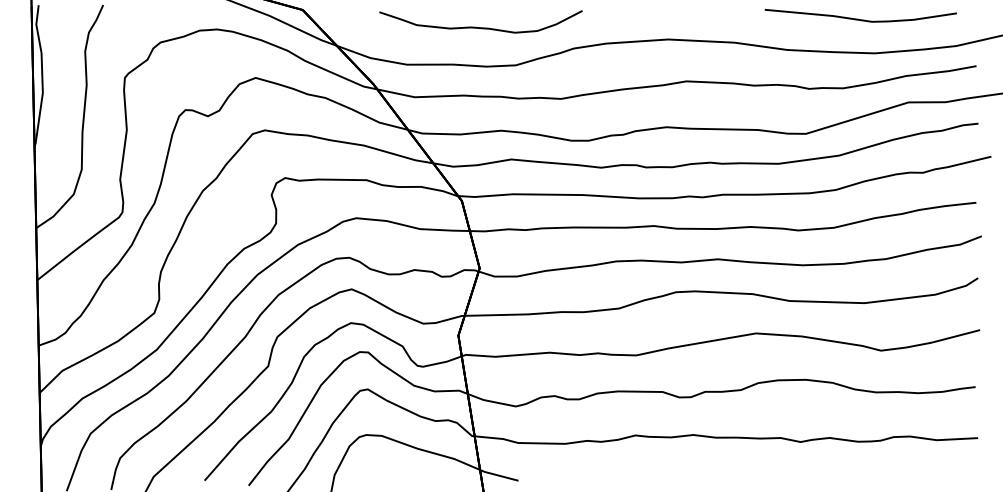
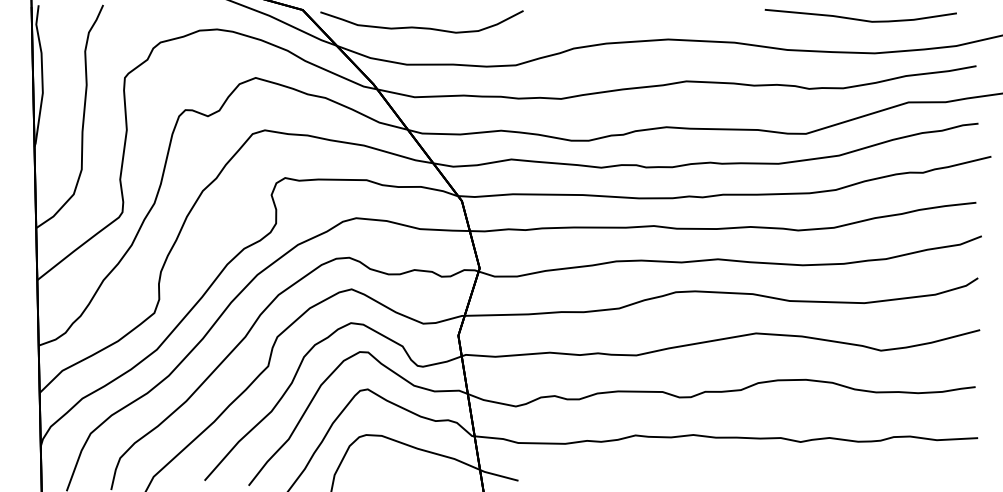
curve at (480, 27) position: (480, 27) -> (421, 27)
